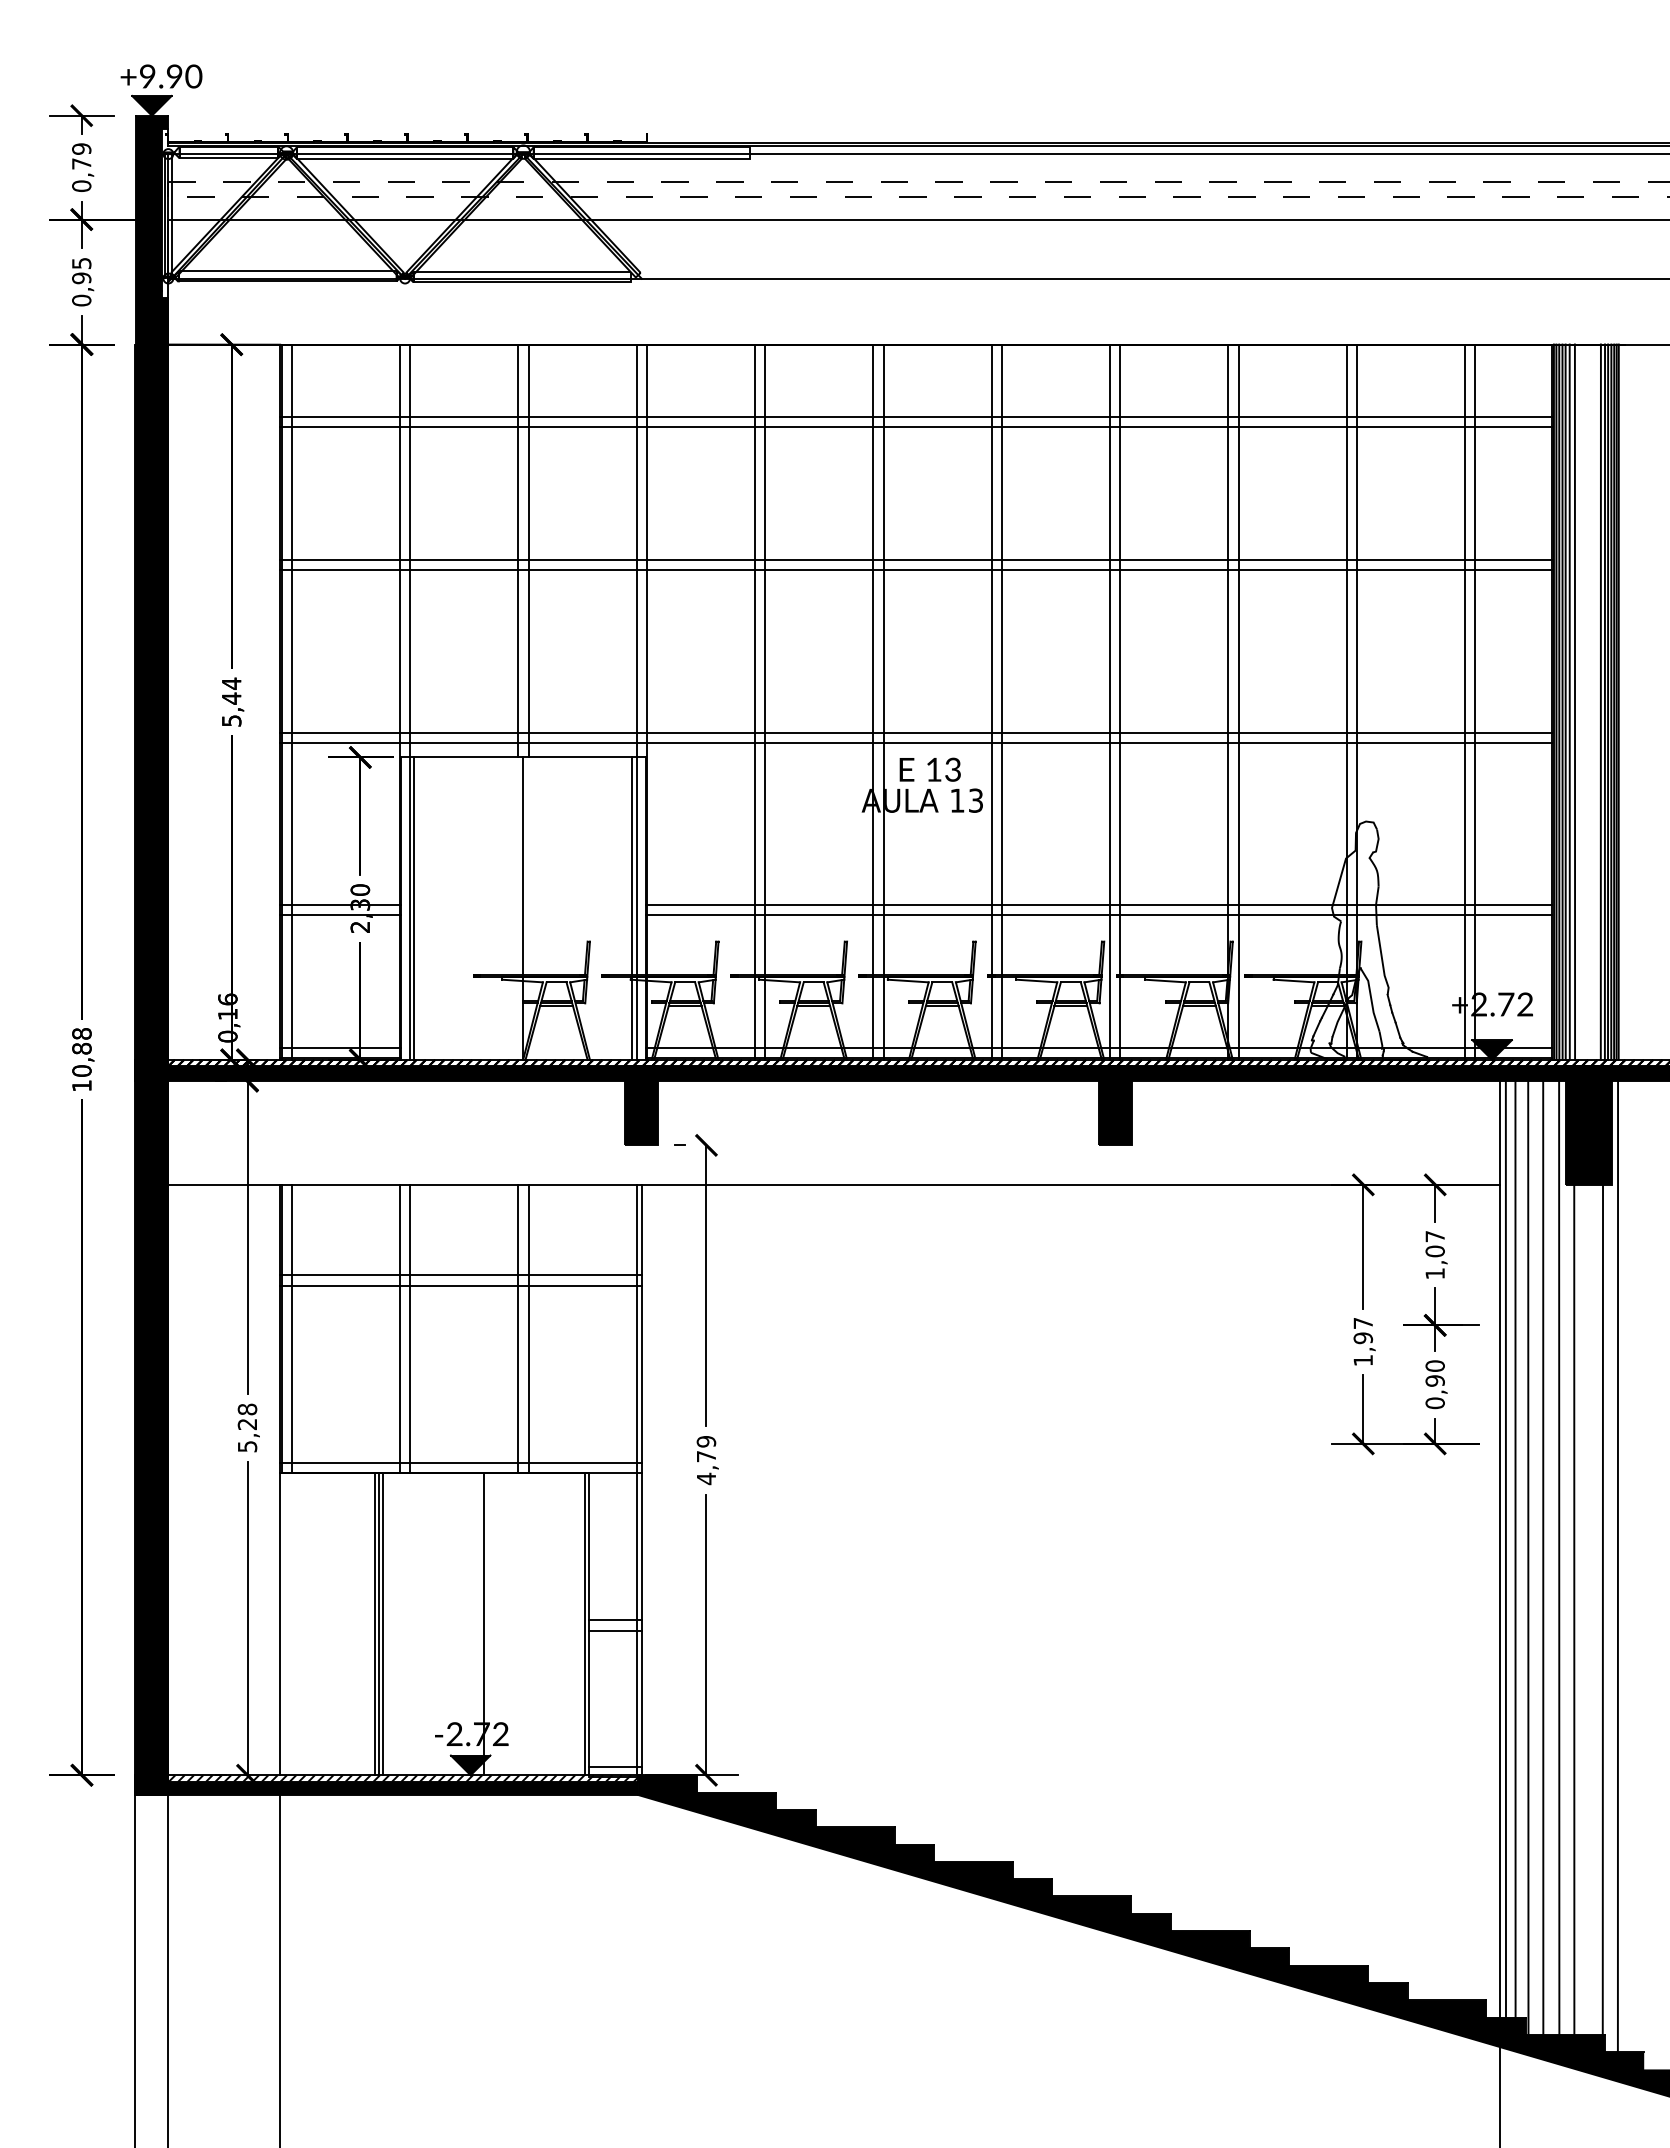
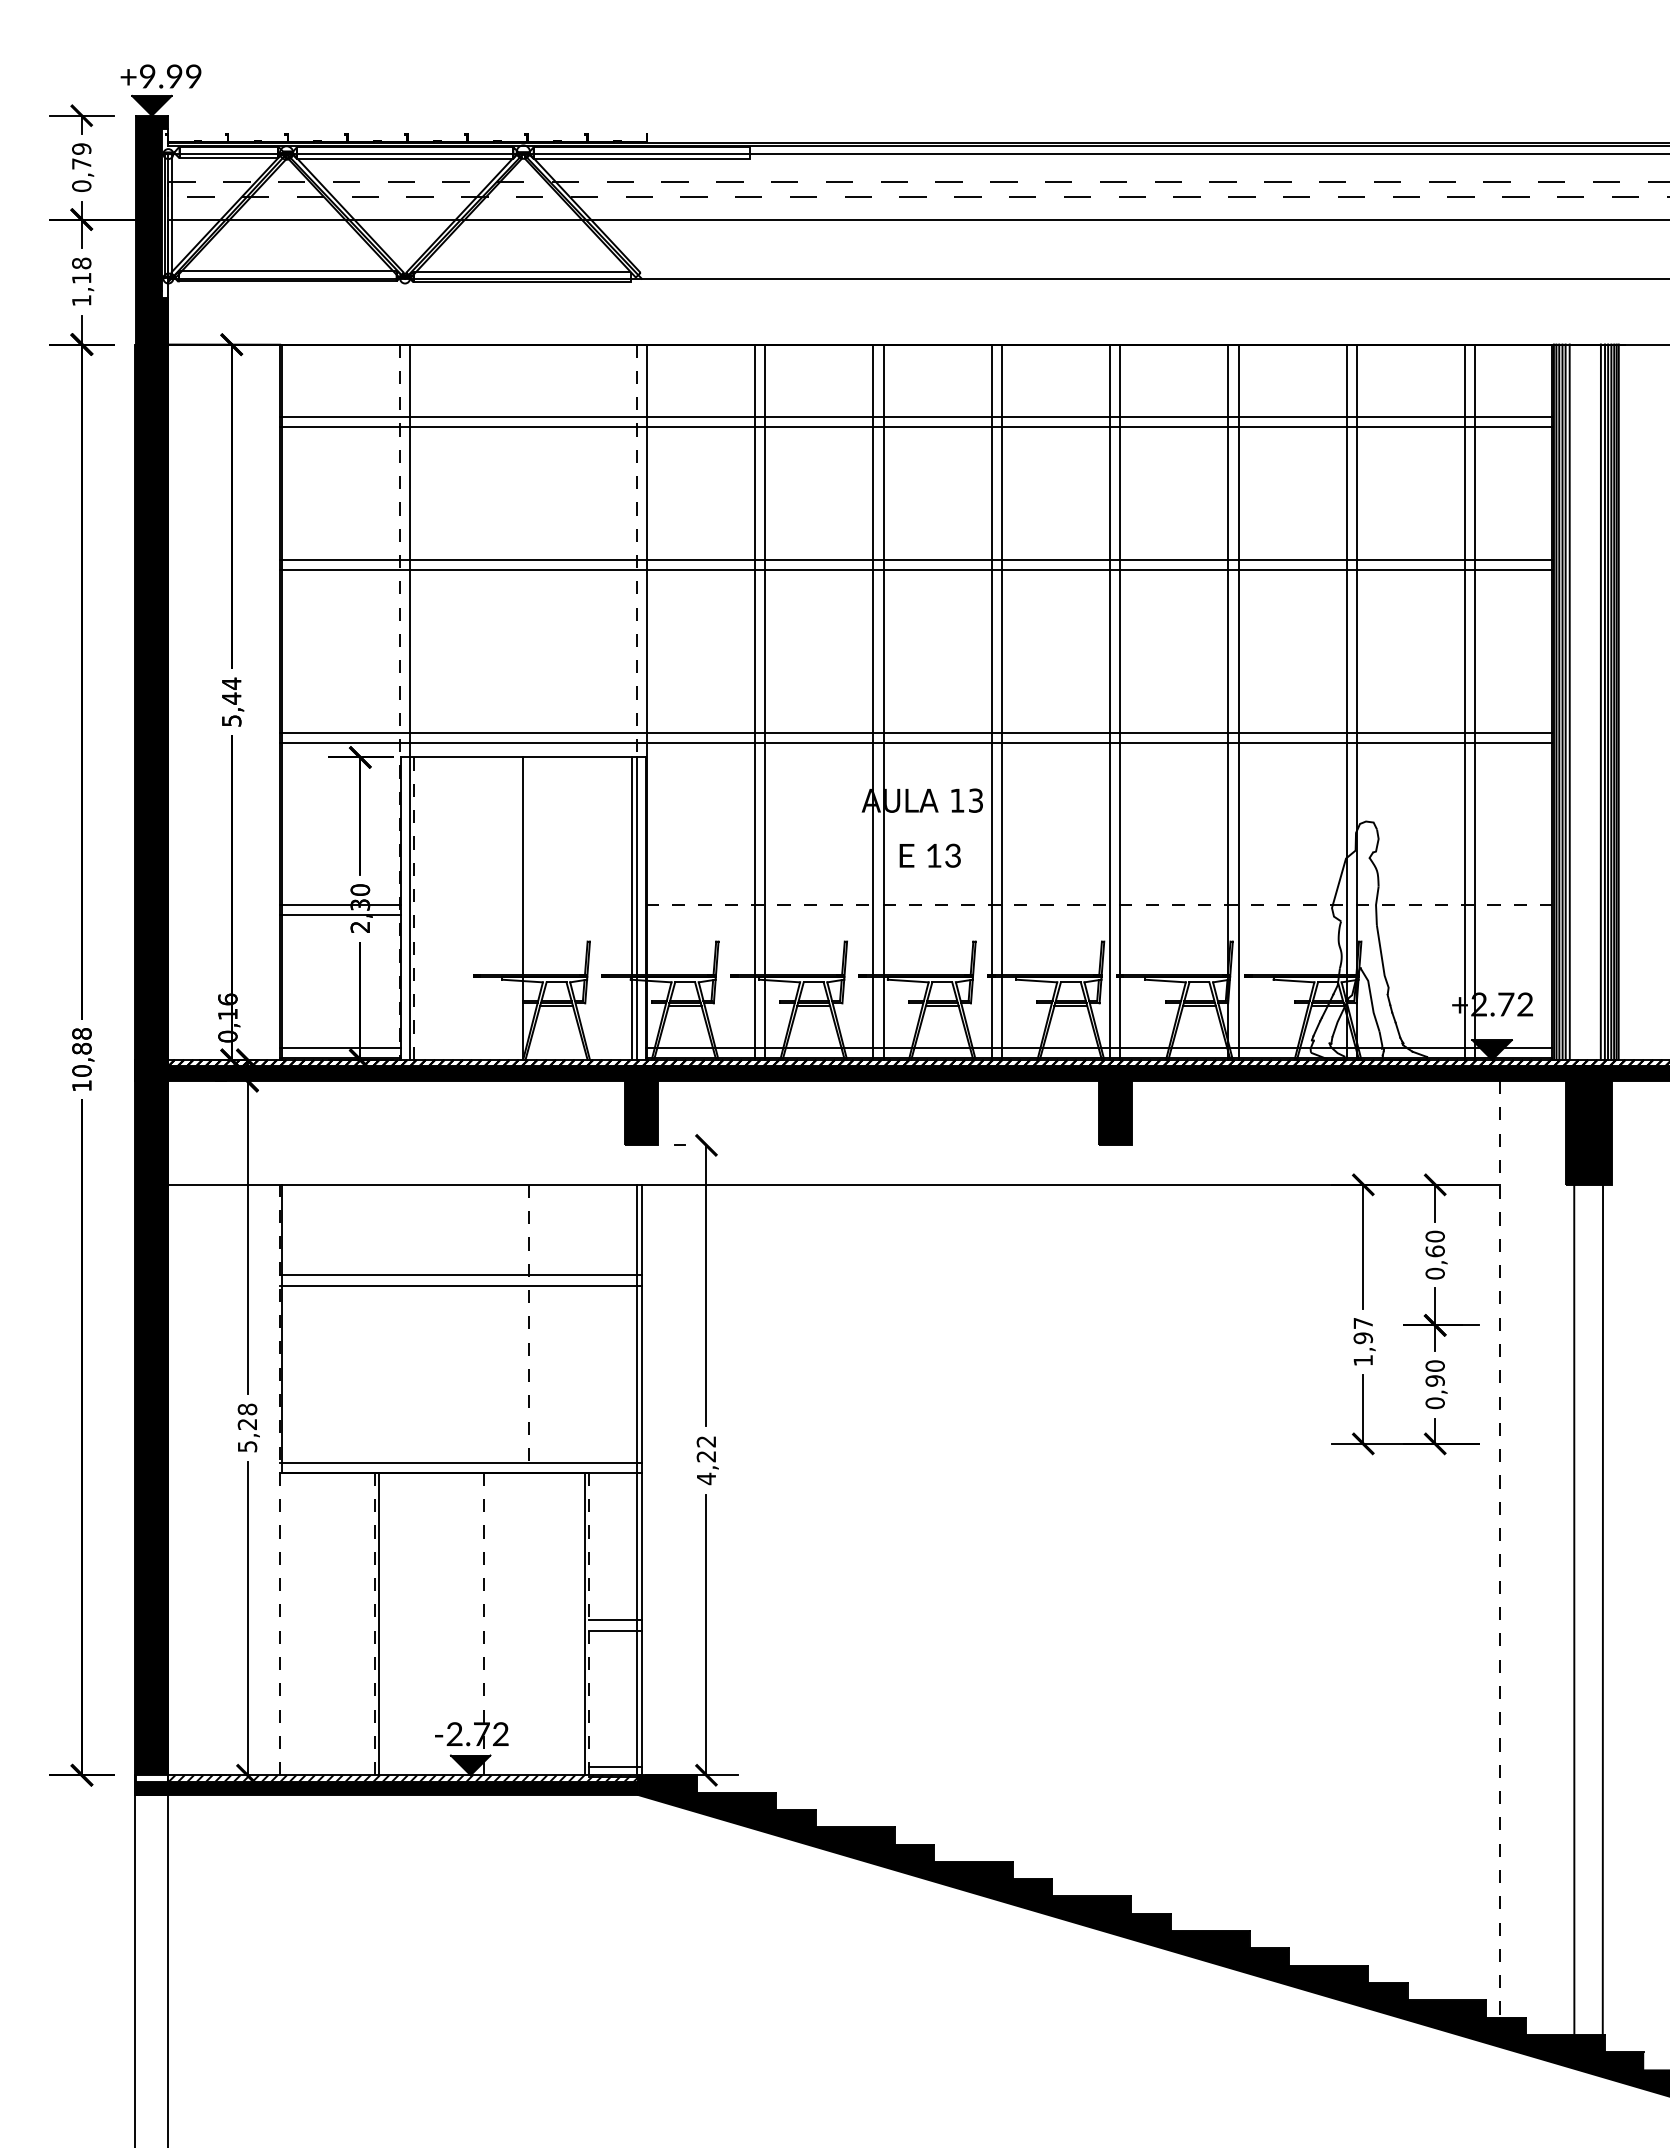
text at (193, 76): +9.90 -> +9.99
text at (81, 281): 0,95 -> 1,18
line at (518, 550): present -> none
line at (528, 550): present -> none
line at (636, 551): solid -> dashed
line at (291, 701): present -> none
line at (1574, 701): present -> none
line at (399, 702): solid -> dashed
text at (929, 769) position: (929, 769) -> (929, 855)
line at (1099, 904): solid -> dashed
line at (414, 908): solid -> dashed
line at (1098, 914): present -> none
text at (1434, 1254): 1,07 -> 0,60
line at (291, 1328): present -> none
line at (399, 1328): present -> none
line at (410, 1328): present -> none
line at (518, 1328): present -> none
line at (528, 1328): solid -> dashed
text at (706, 1449): 4,79 -> 4,22
line at (280, 1479): solid -> dashed
line at (1505, 1548): present -> none
line at (1515, 1548): present -> none
line at (1499, 1549): solid -> dashed
line at (1528, 1557): present -> none
line at (1543, 1557): present -> none
line at (1559, 1557): present -> none
line at (1617, 1566): present -> none
line at (382, 1623): present -> none
line at (374, 1624): solid -> dashed
line at (483, 1624): solid -> dashed
line at (589, 1624): solid -> dashed
fill at (151, 1778): present -> none
line at (280, 1969): present -> none
line at (1499, 2095): present -> none
